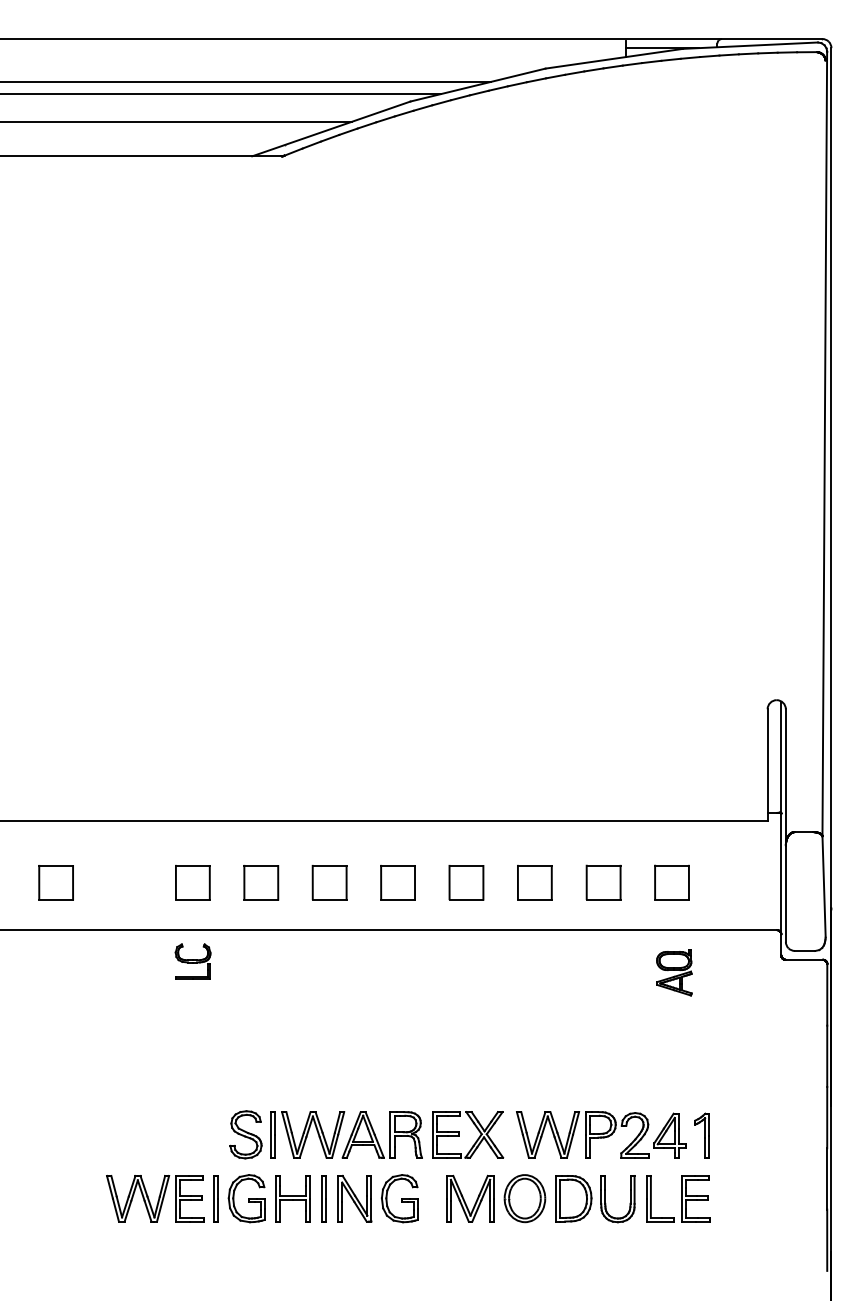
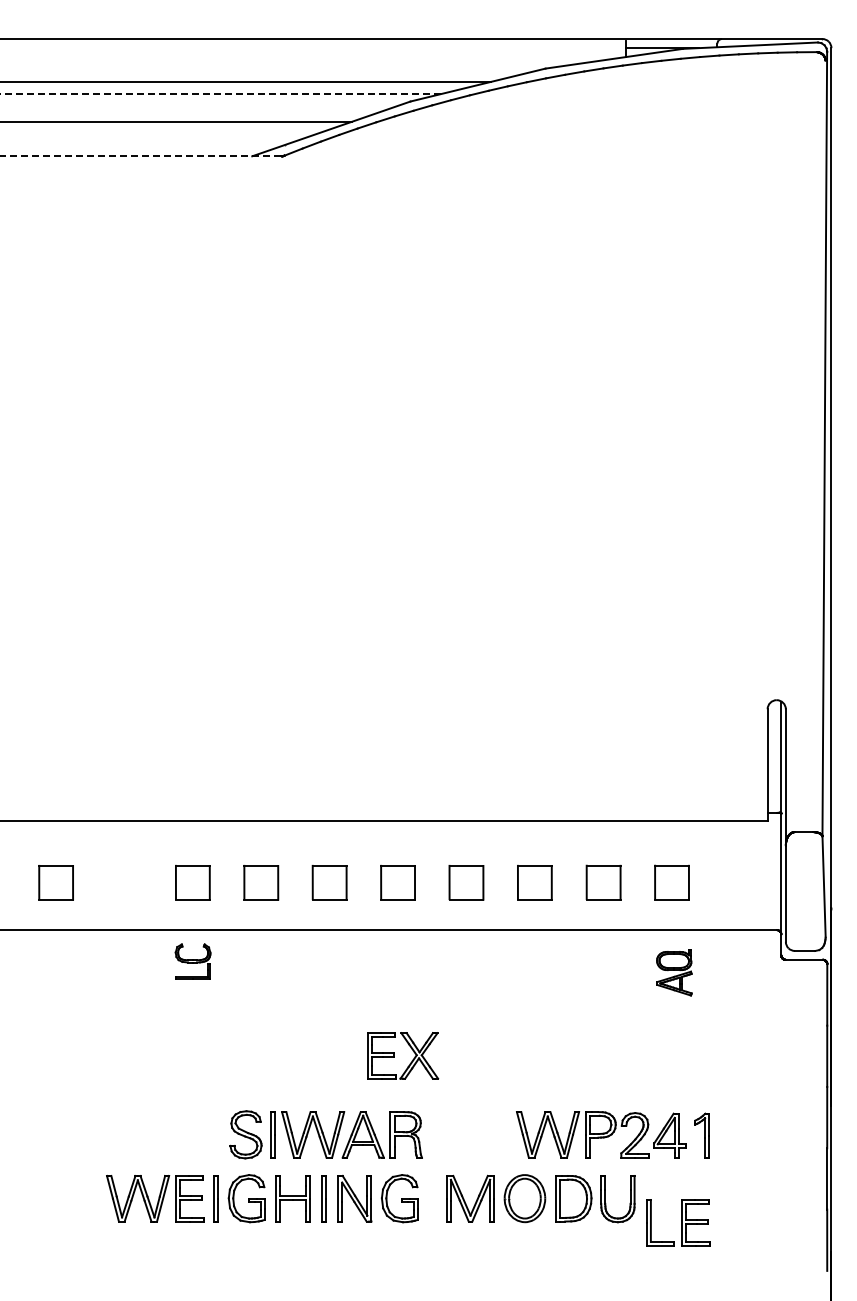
line at (220, 94): solid -> dashed
line at (140, 156): solid -> dashed
part at (459, 1134) position: (459, 1134) -> (394, 1055)
part at (678, 1198) position: (678, 1198) -> (678, 1222)
